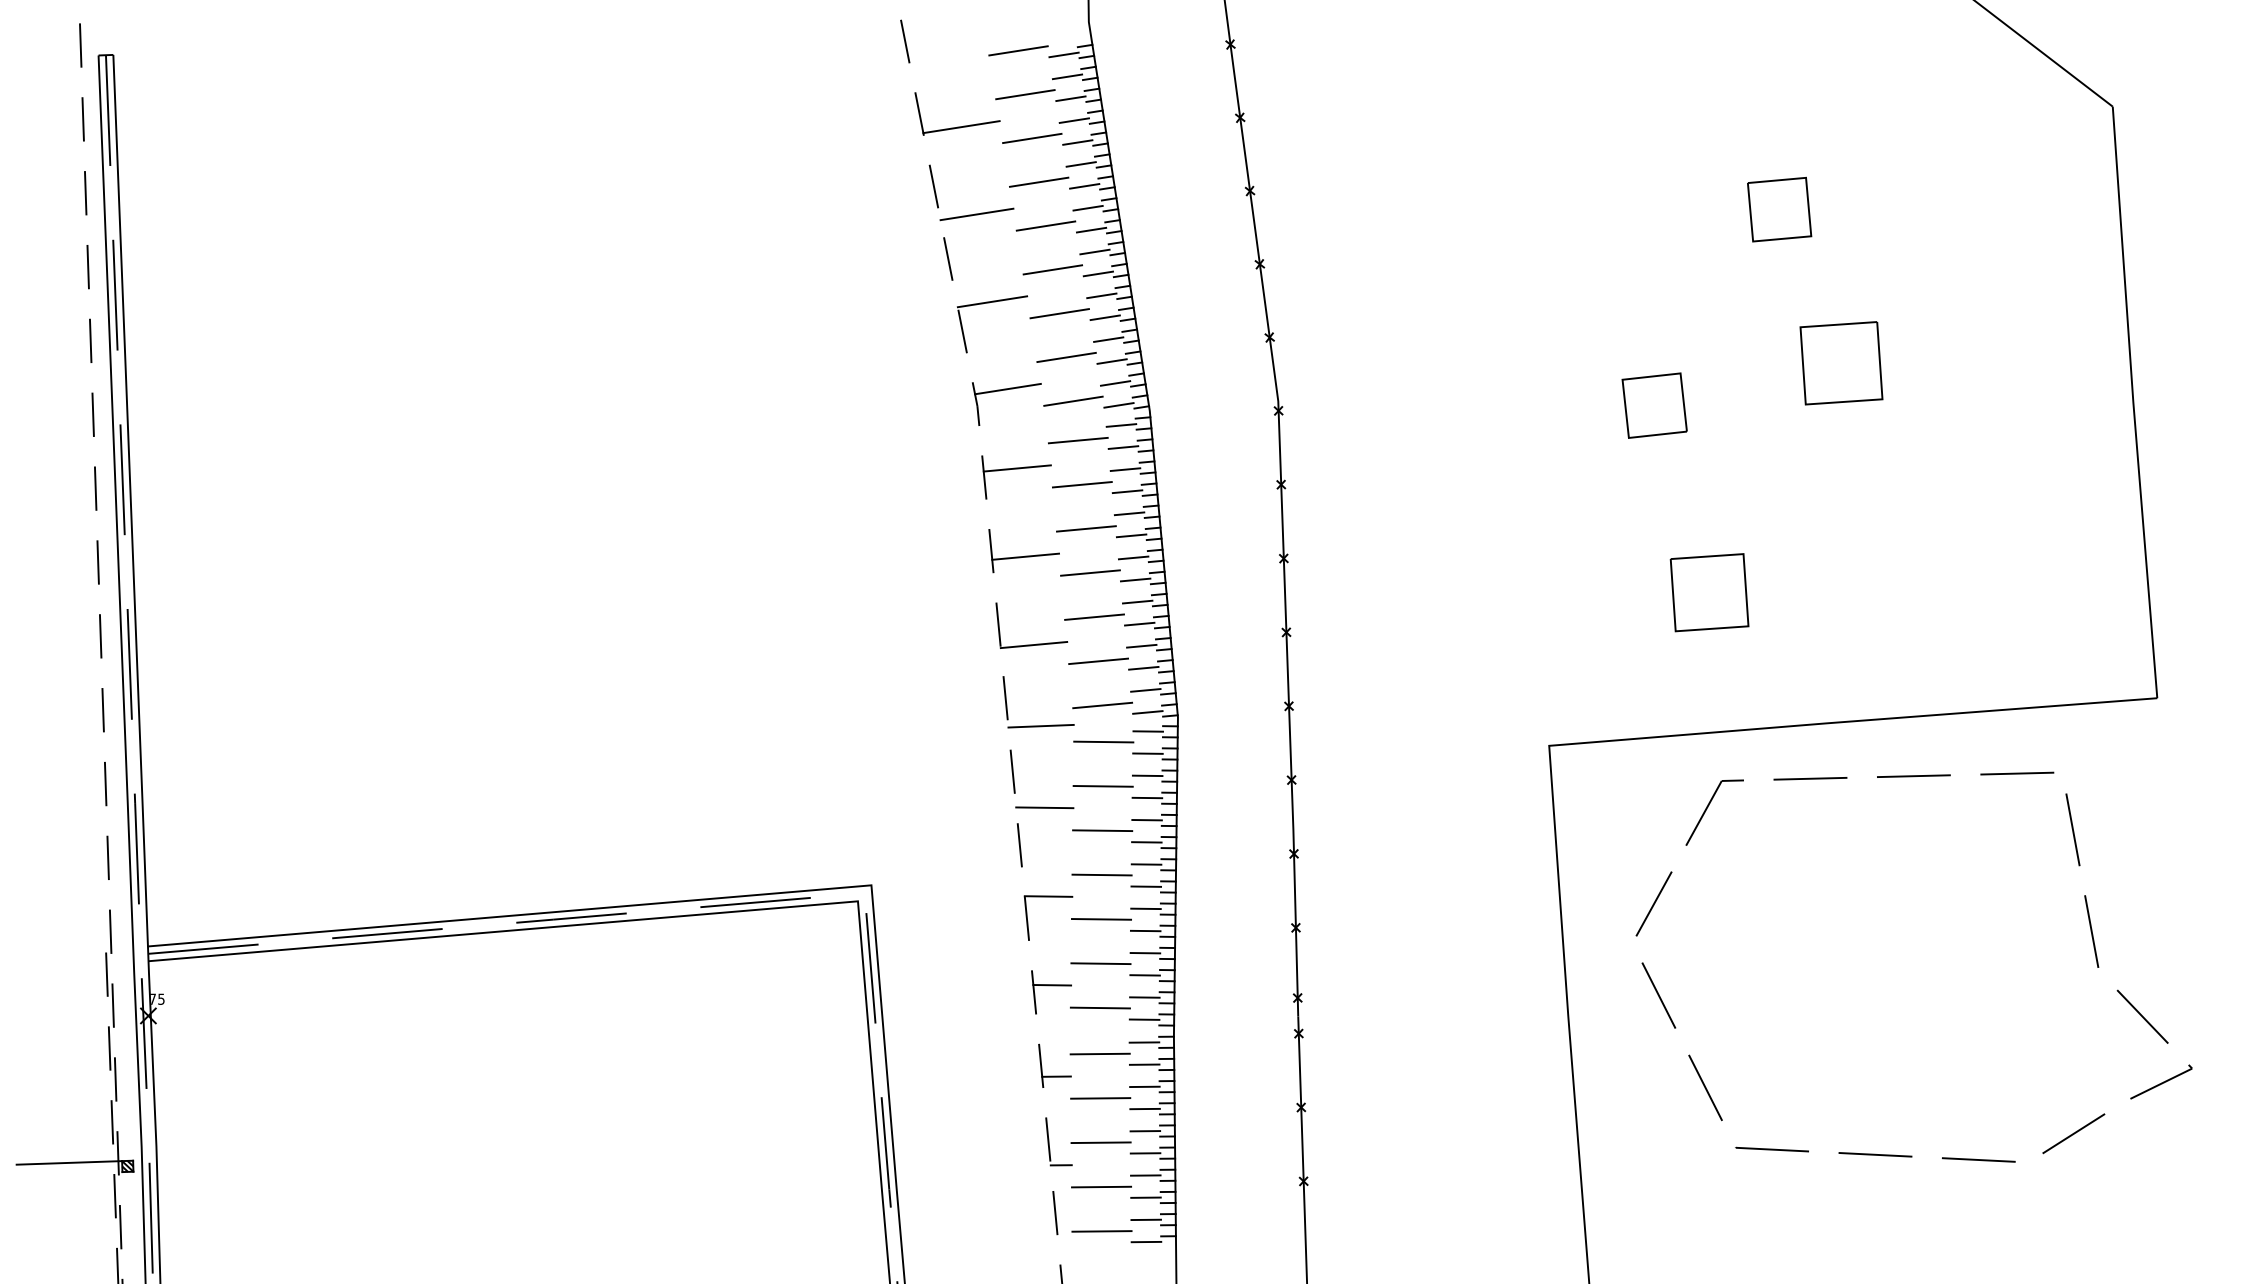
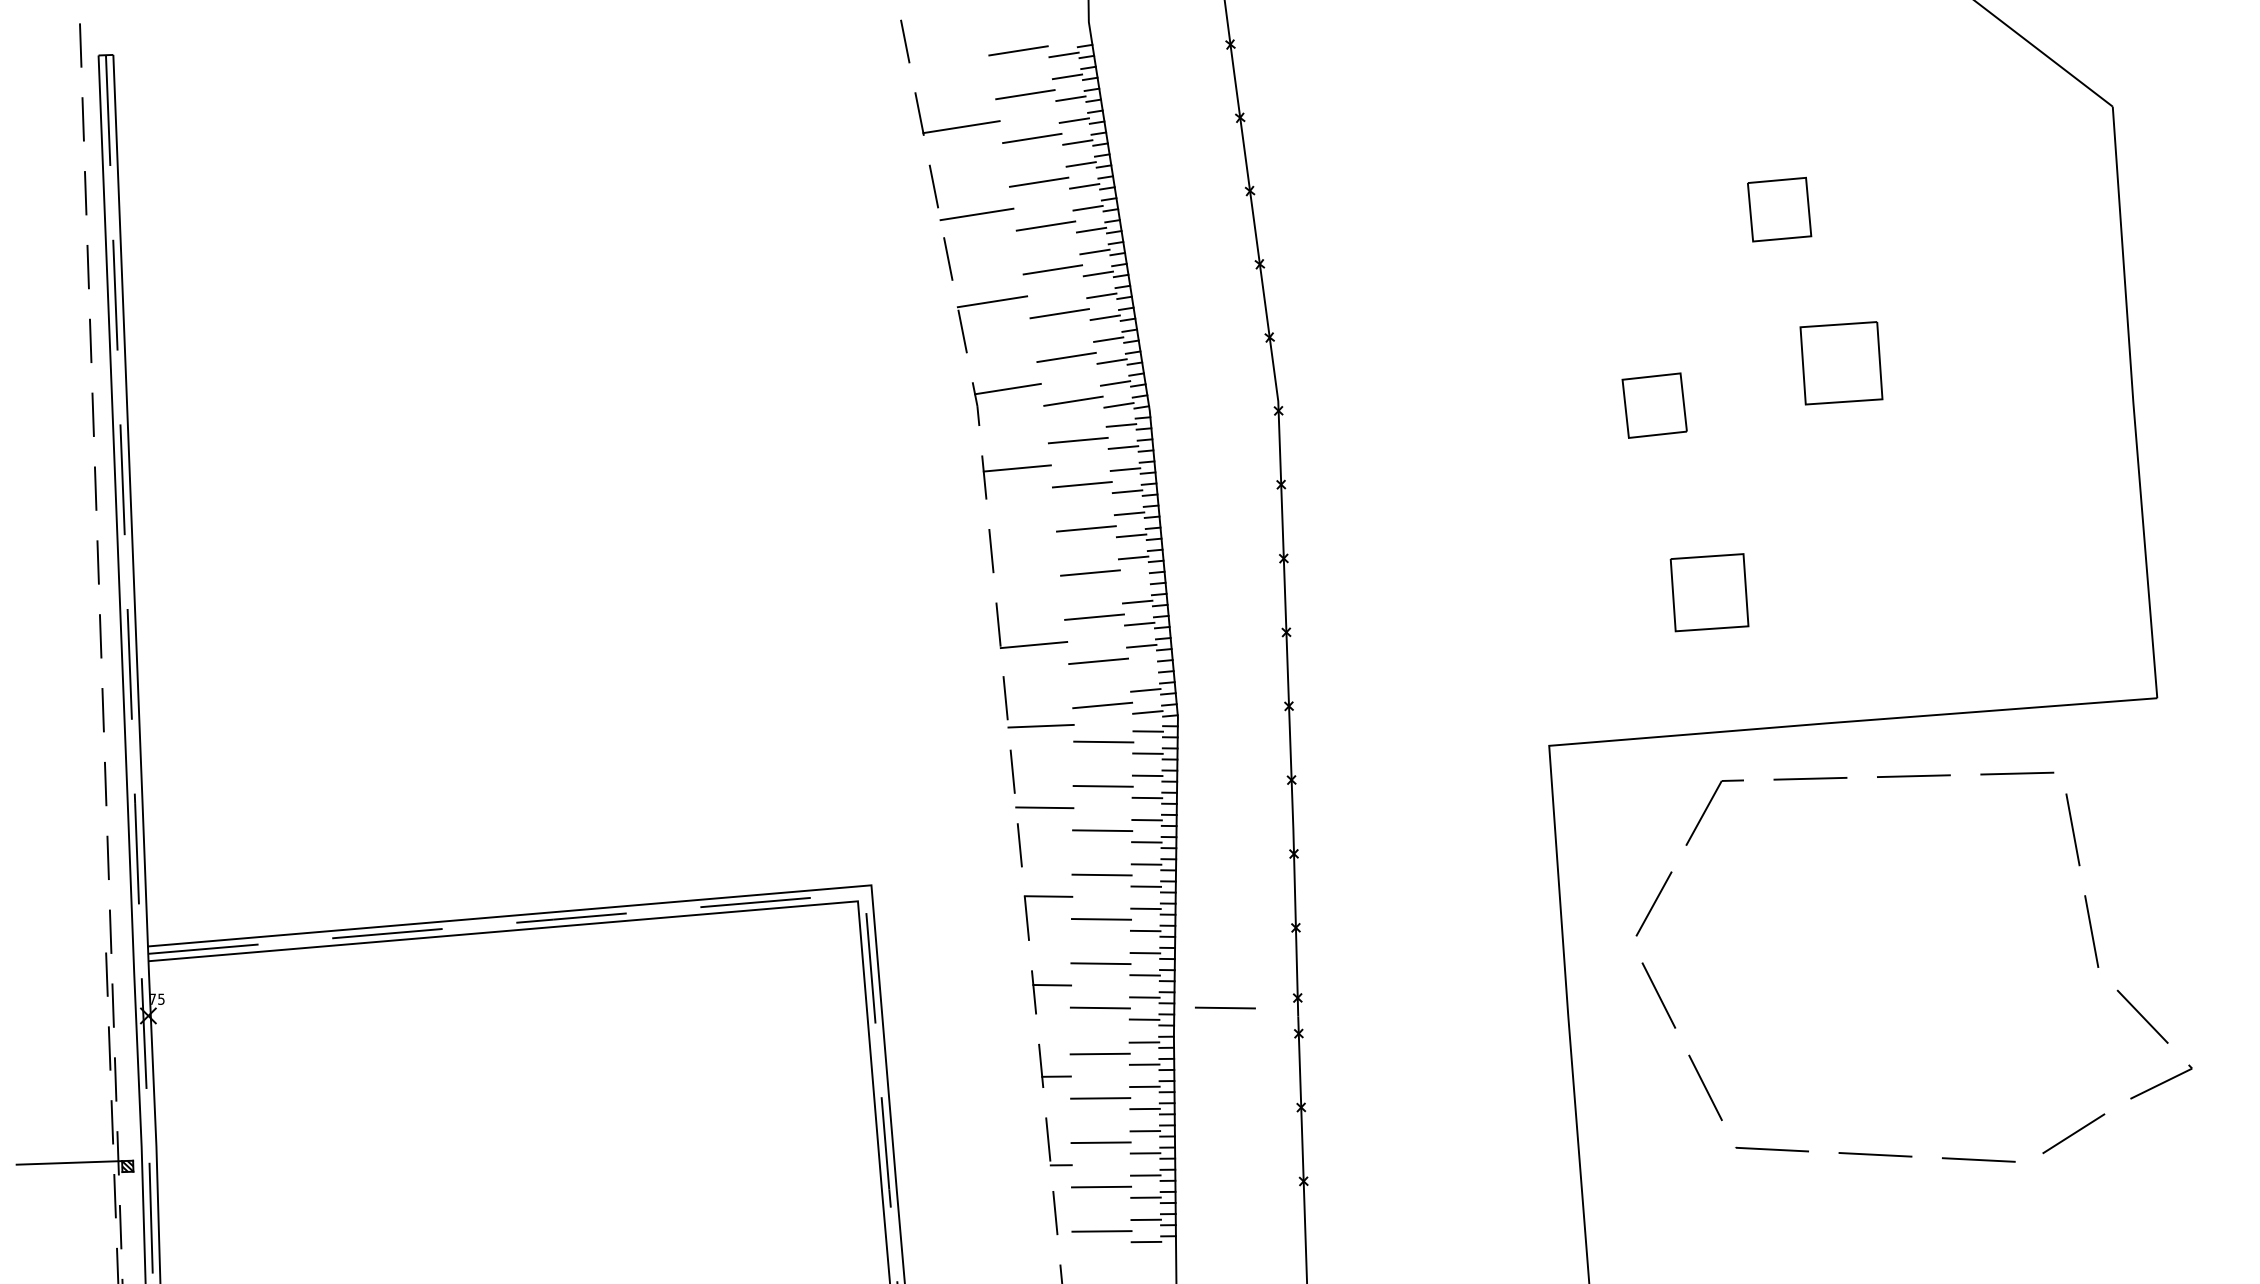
line at (1025, 556): present -> none
line at (1135, 579): present -> none
line at (1143, 667): present -> none
line at (1225, 1007): none -> present
